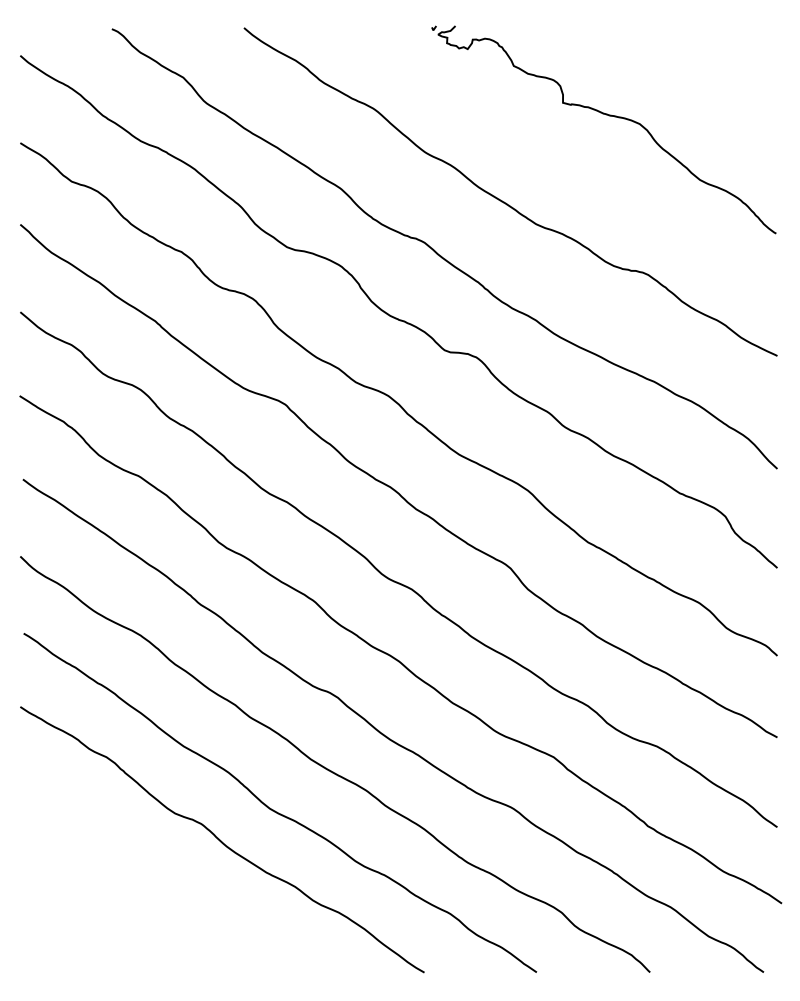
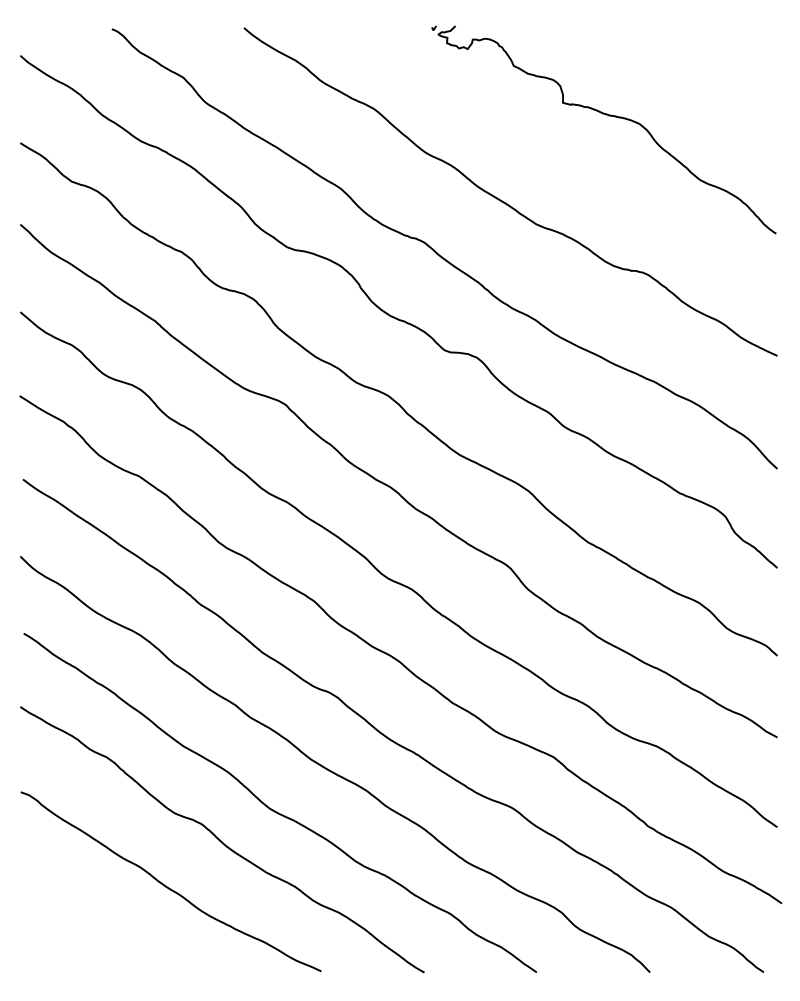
curve at (166, 885): none -> present
